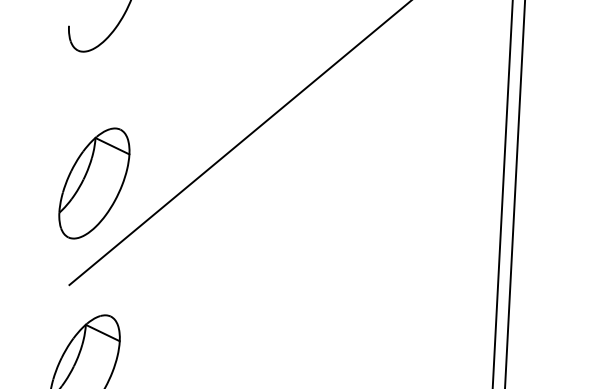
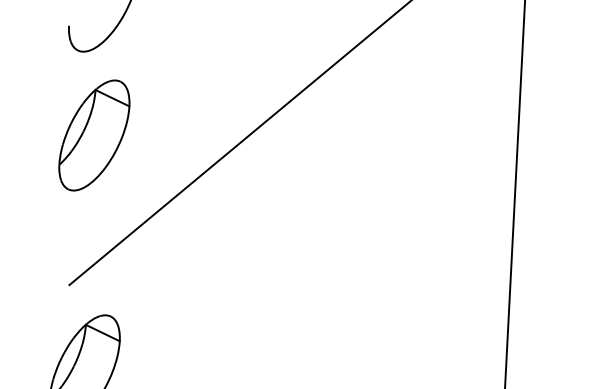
part at (94, 183) position: (94, 183) -> (94, 135)
line at (502, 193): present -> none
